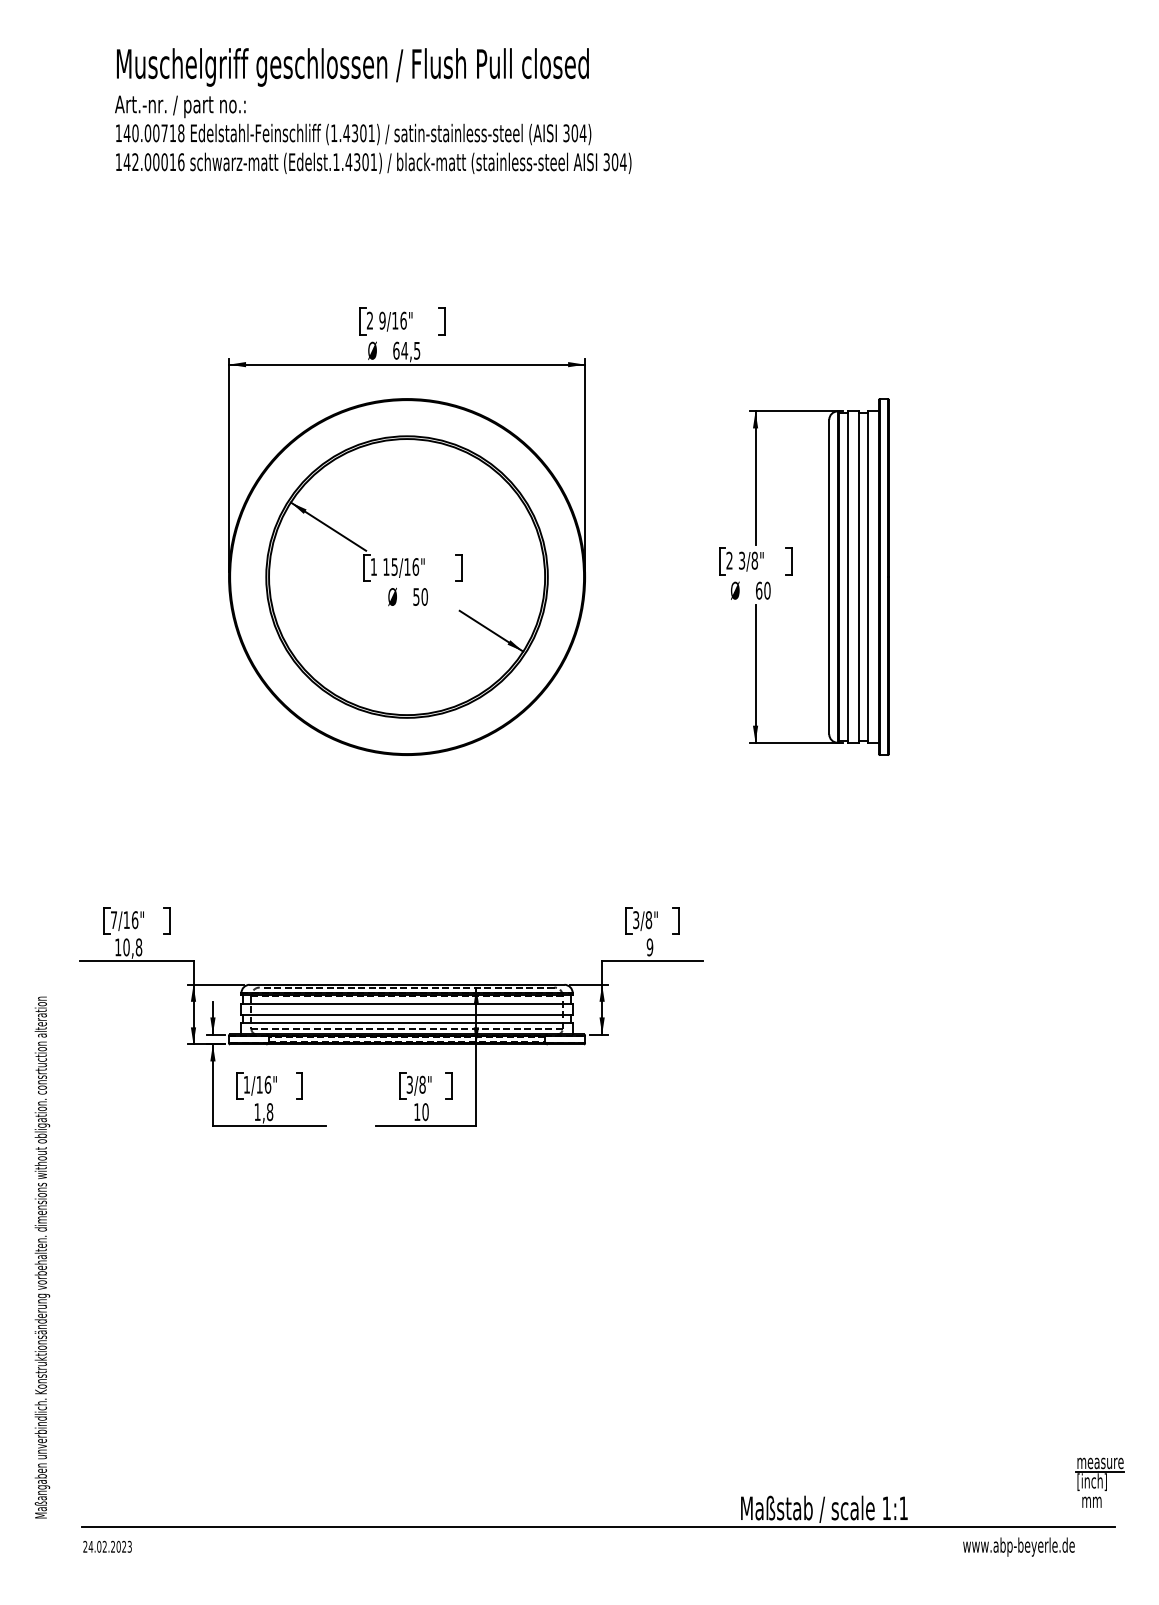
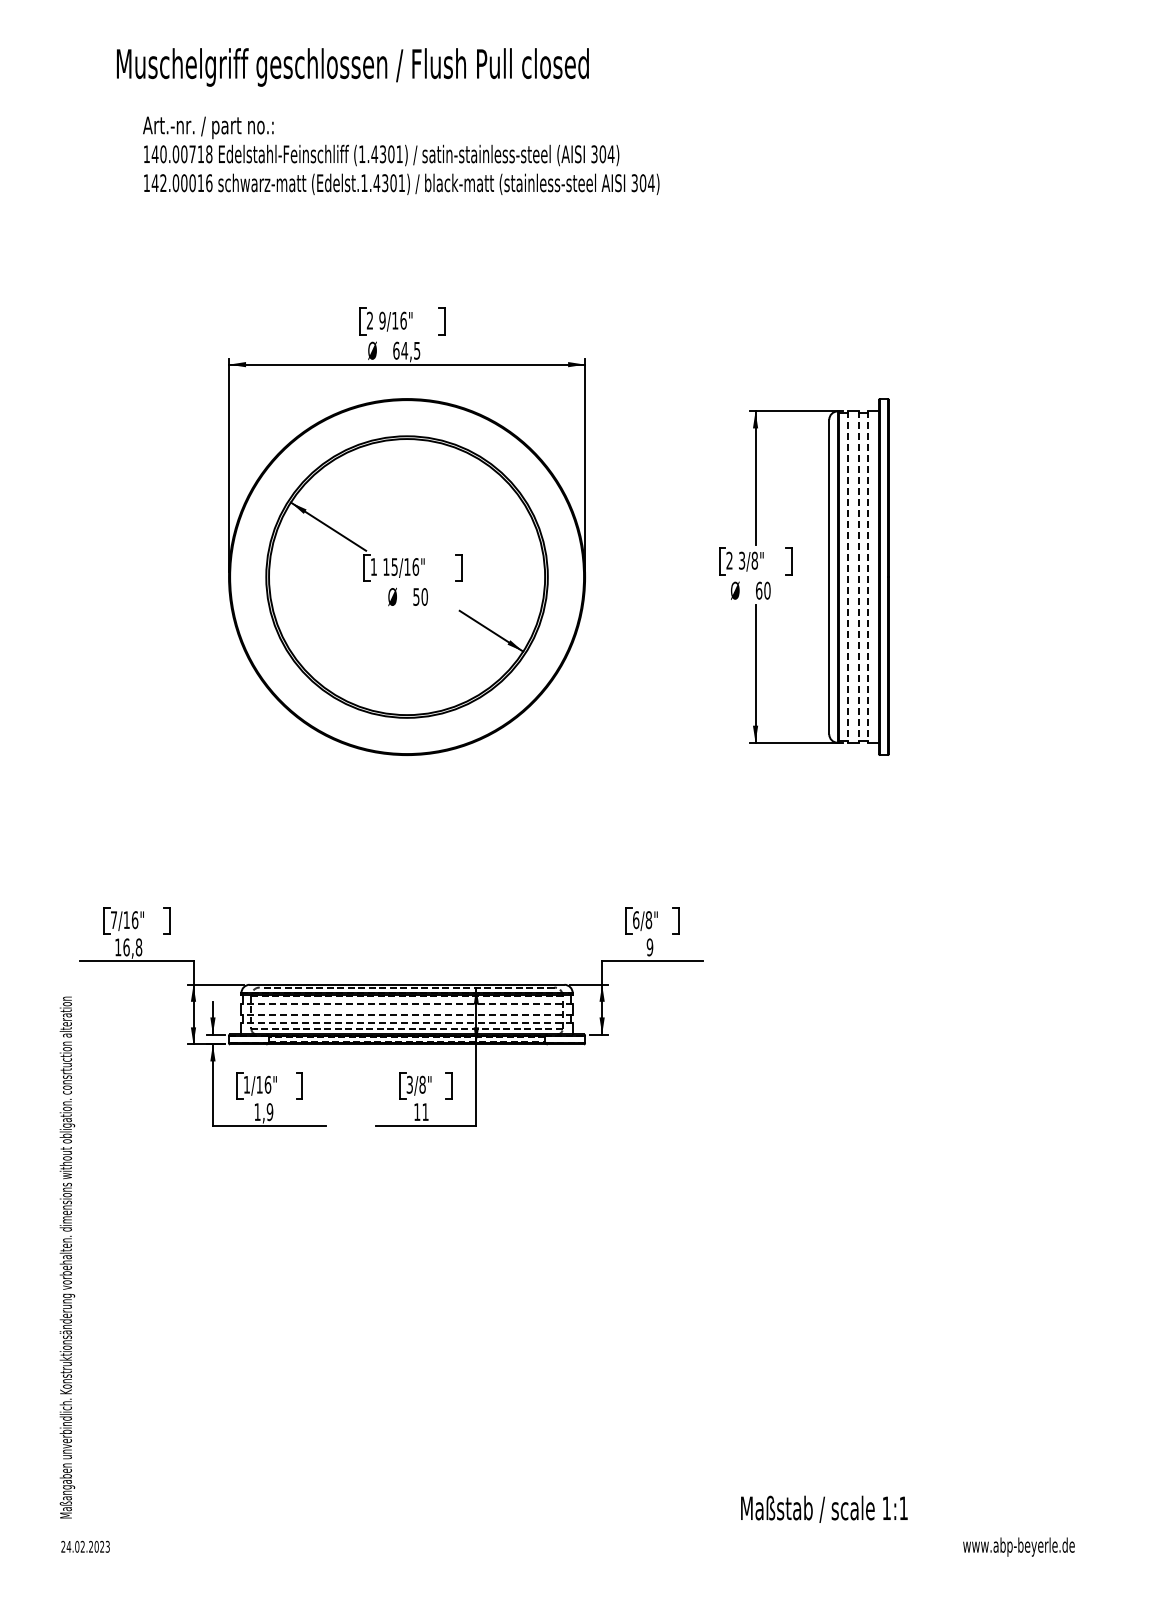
text at (373, 134) position: (373, 134) -> (401, 155)
line at (848, 577): solid -> dashed
line at (859, 577): solid -> dashed
line at (867, 577): solid -> dashed
text at (636, 920): 3/8" -> 6/8"
text at (126, 947): 10,8 -> 16,8
line at (407, 1003): solid -> dashed
line at (407, 1014): solid -> dashed
line at (407, 1023): solid -> dashed
text at (269, 1112): 1,8 -> 1,9
text at (425, 1112): 10 -> 11
text at (42, 1257) position: (42, 1257) -> (67, 1257)
part at (1099, 1482): present -> none
line at (598, 1527): present -> none
text at (107, 1546) position: (107, 1546) -> (85, 1546)
